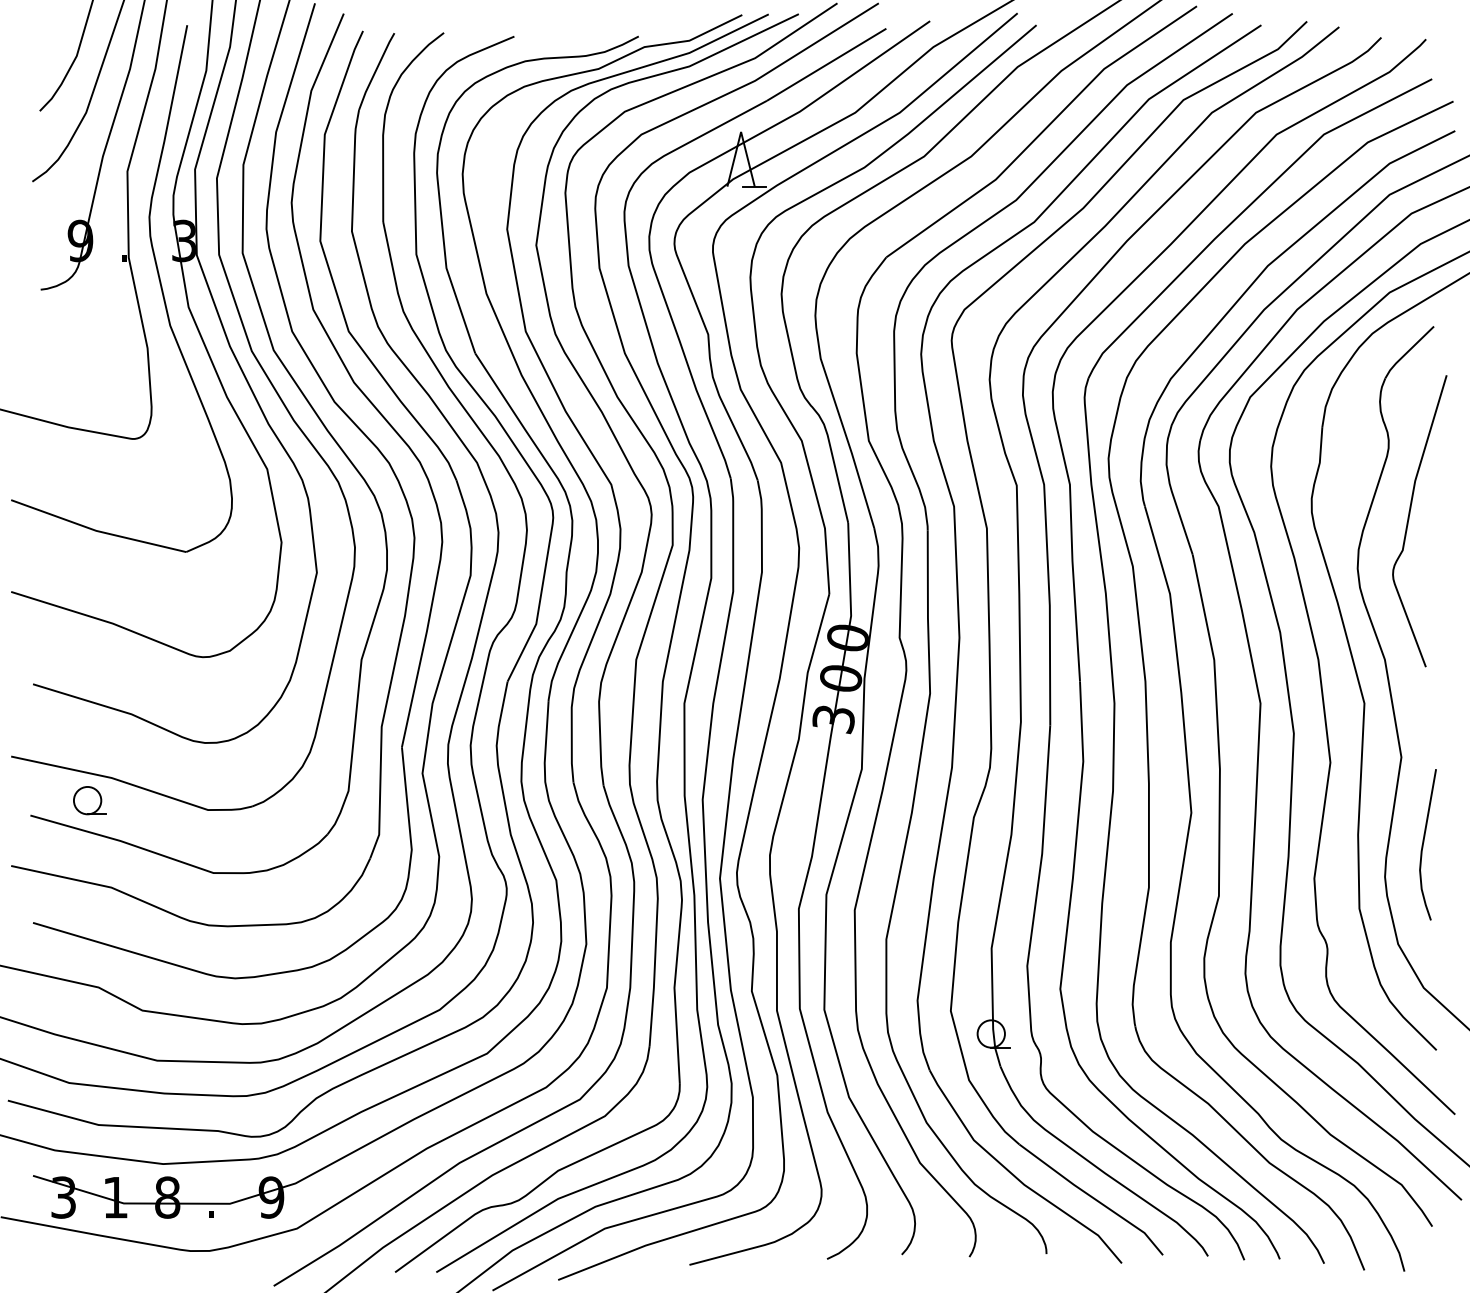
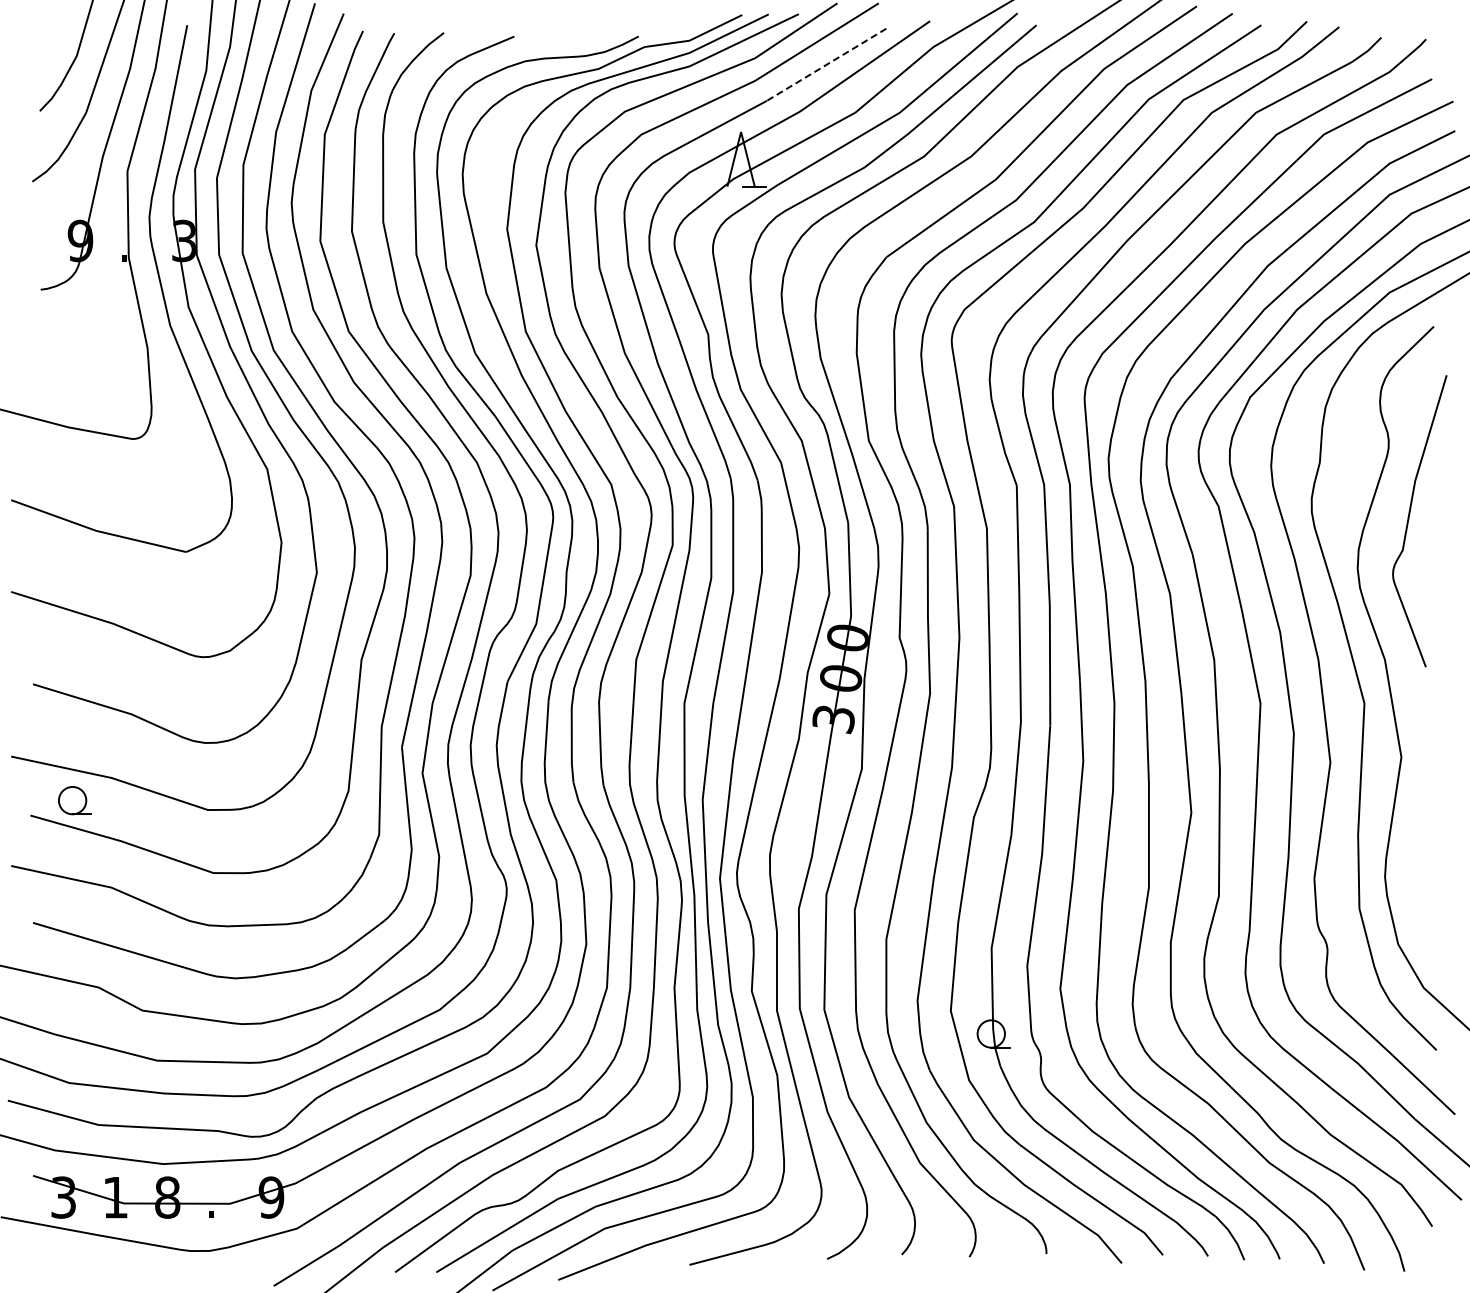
line at (826, 64): solid -> dashed
part at (89, 800) position: (89, 800) -> (74, 800)
curve at (1424, 842): present -> none
